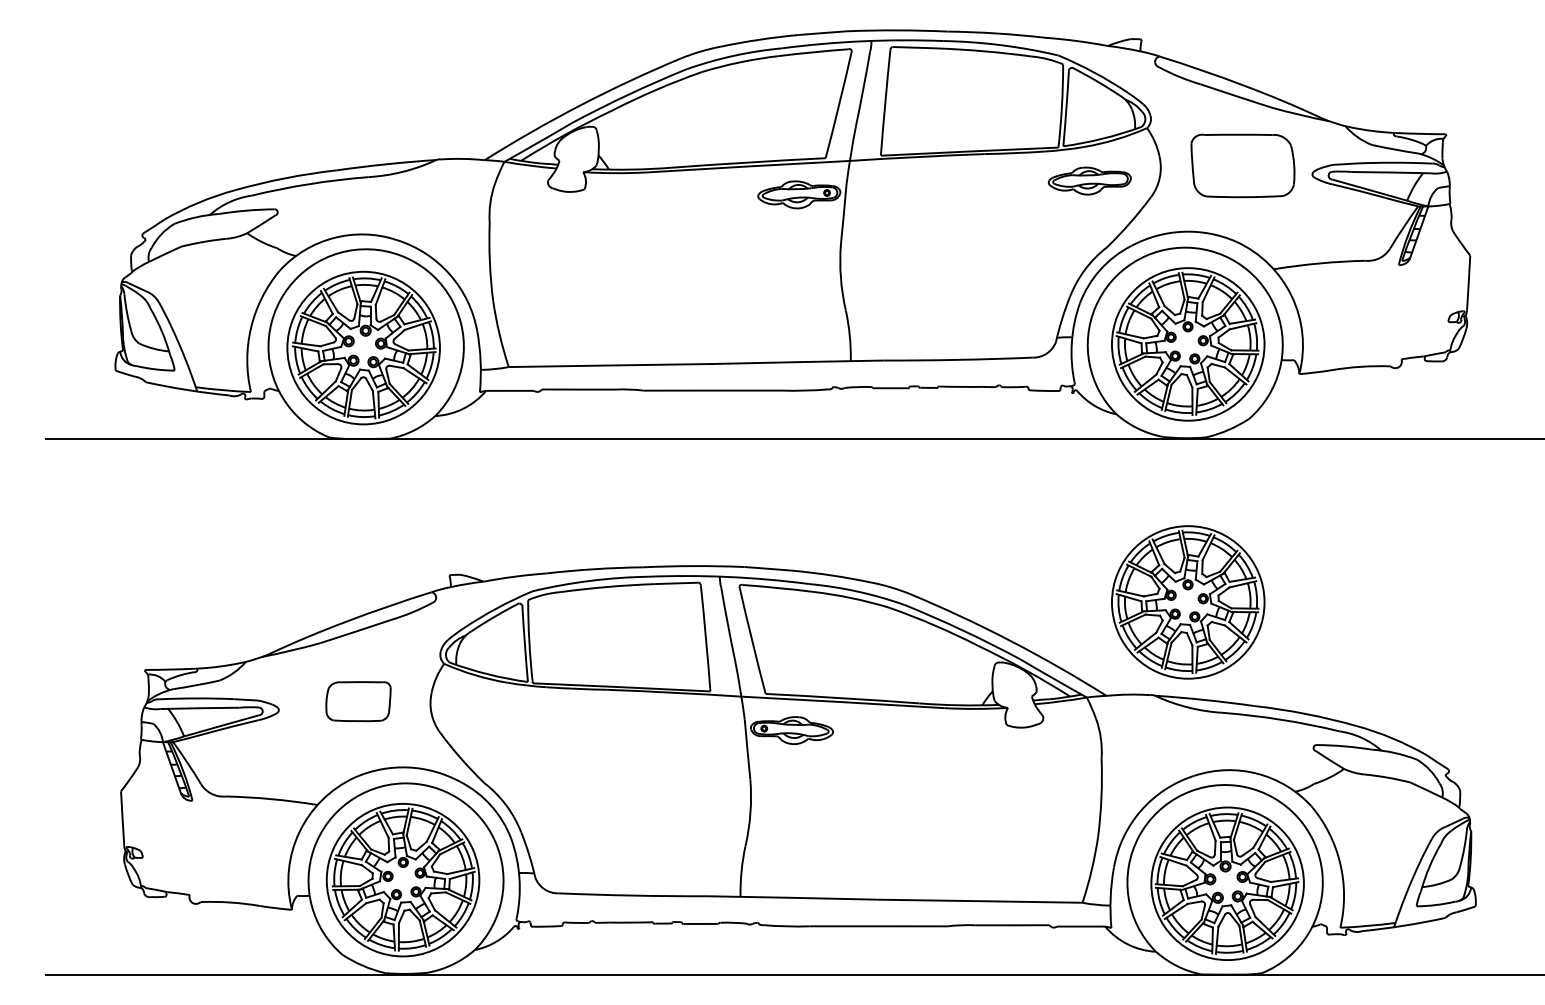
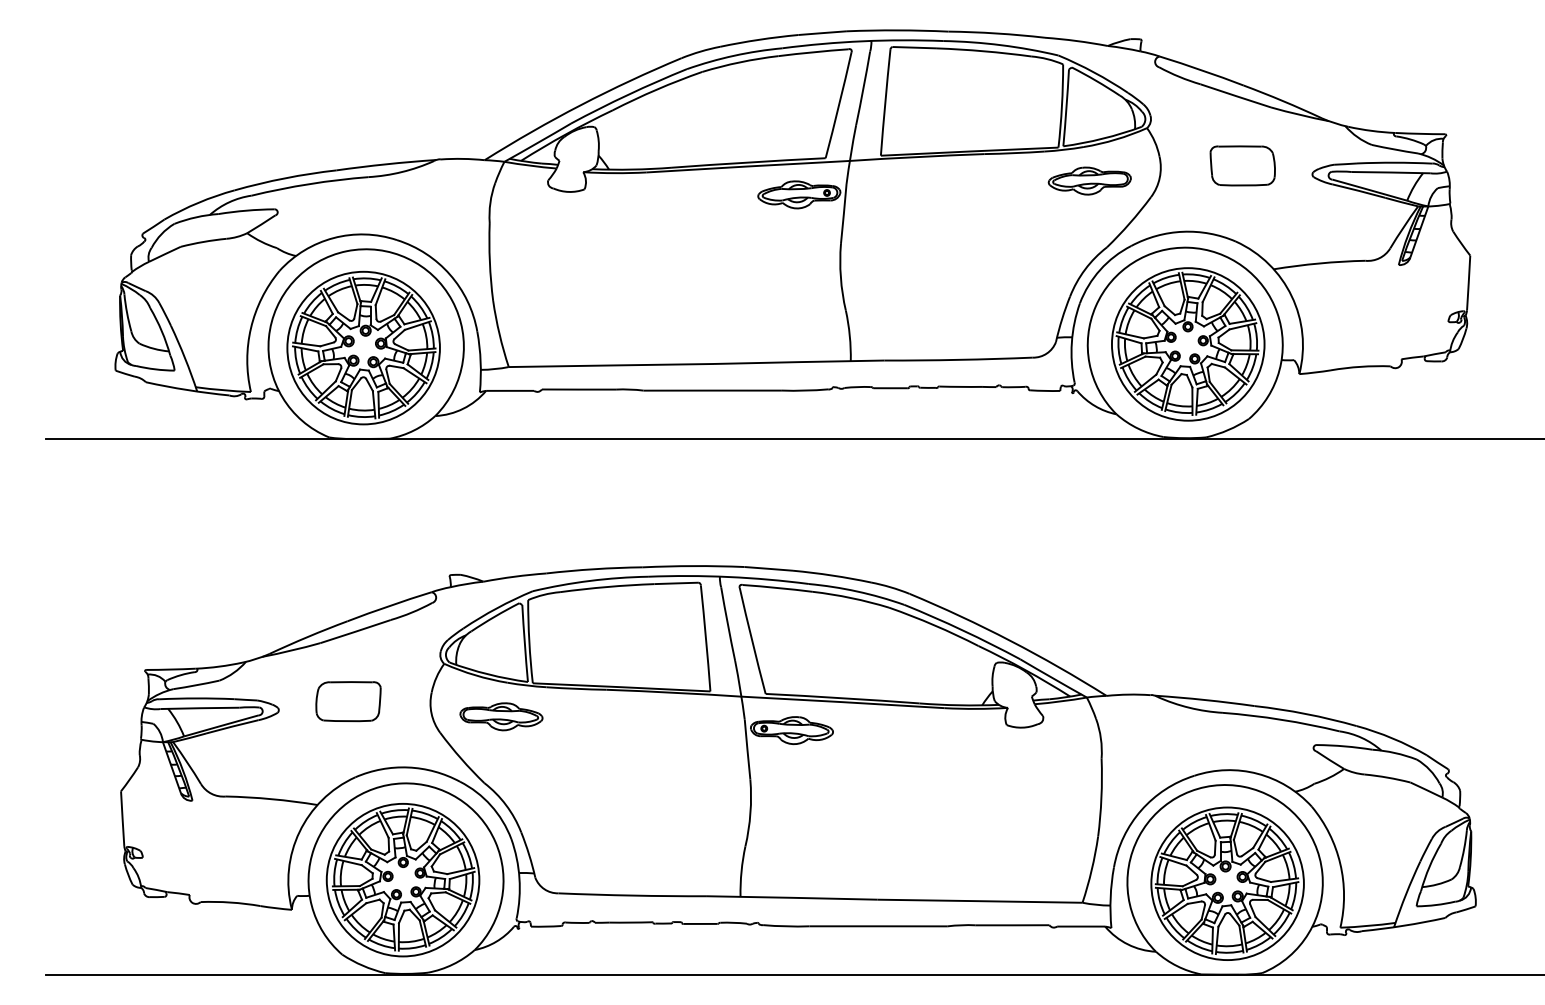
part at (1242, 165) size: 106x66 px -> 67x42 px
part at (1188, 602): present -> none
part at (358, 701) position: (358, 701) -> (348, 701)
part at (501, 716): none -> present
